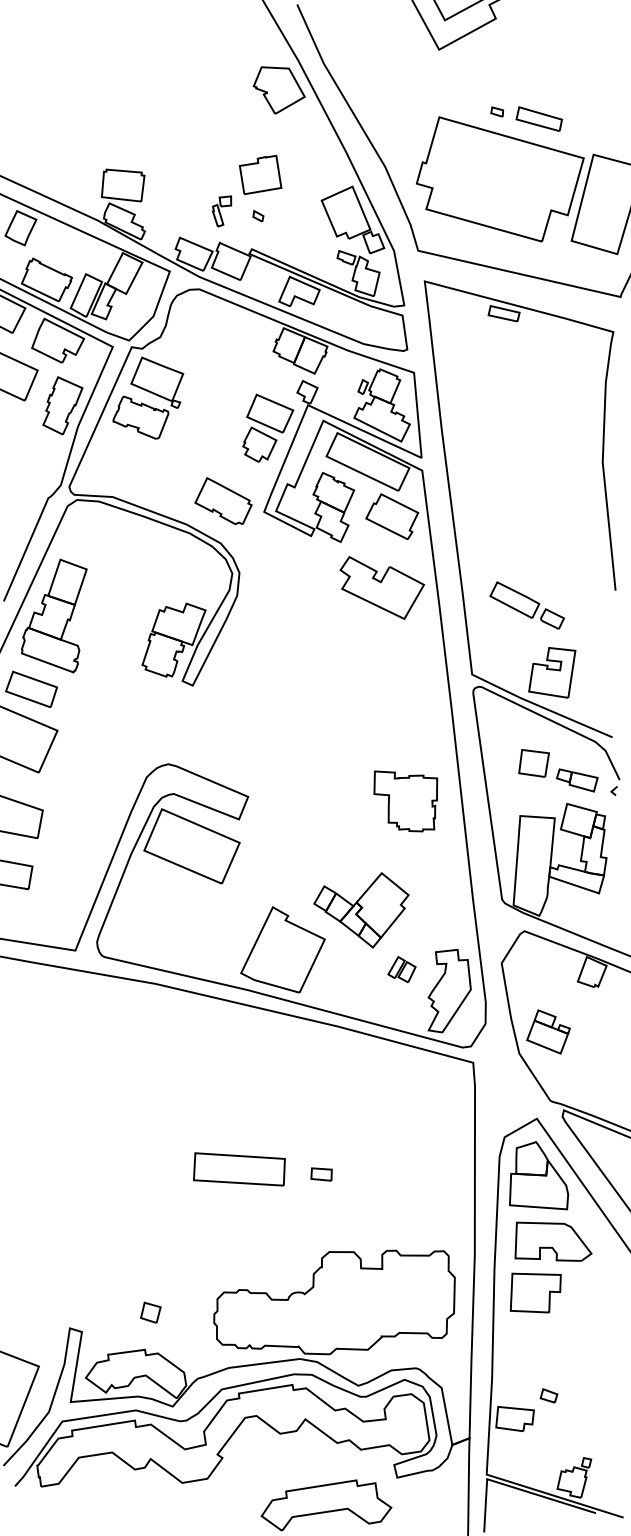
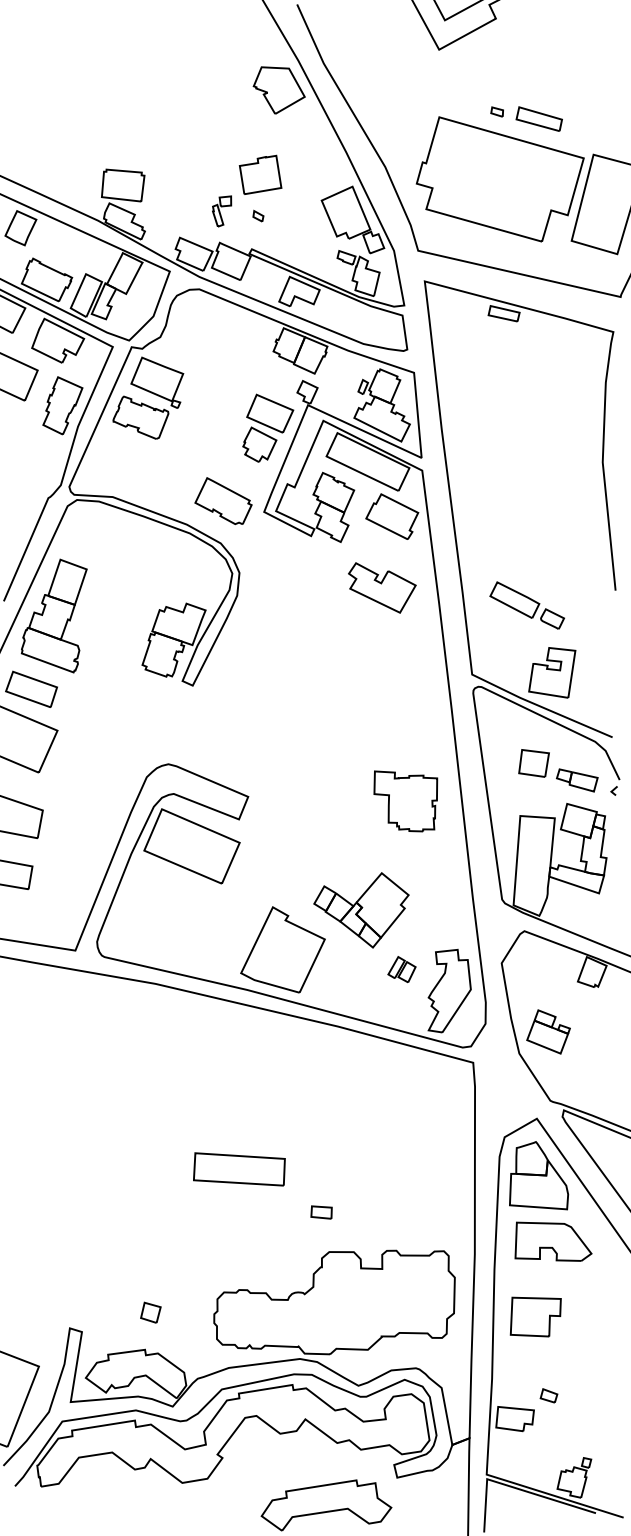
part at (382, 587) size: 87x64 px -> 69x52 px
part at (321, 1174) position: (321, 1174) -> (321, 1212)
part at (535, 1292) position: (535, 1292) -> (535, 1316)
